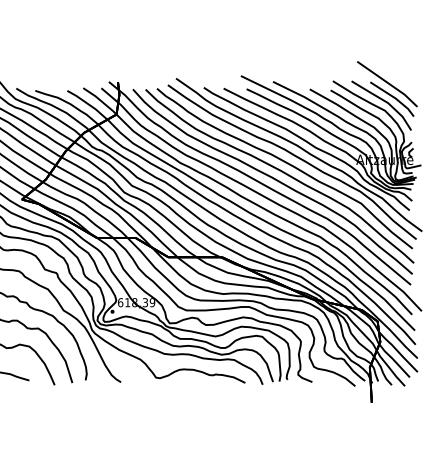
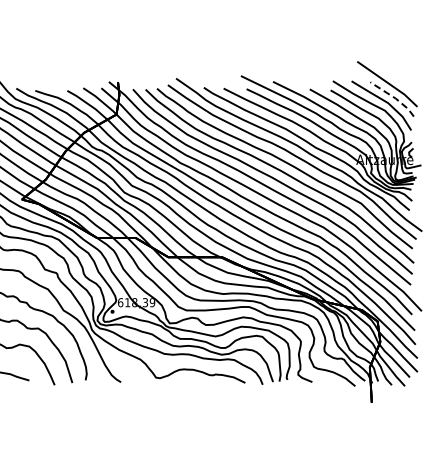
line at (394, 98): solid -> dashed
